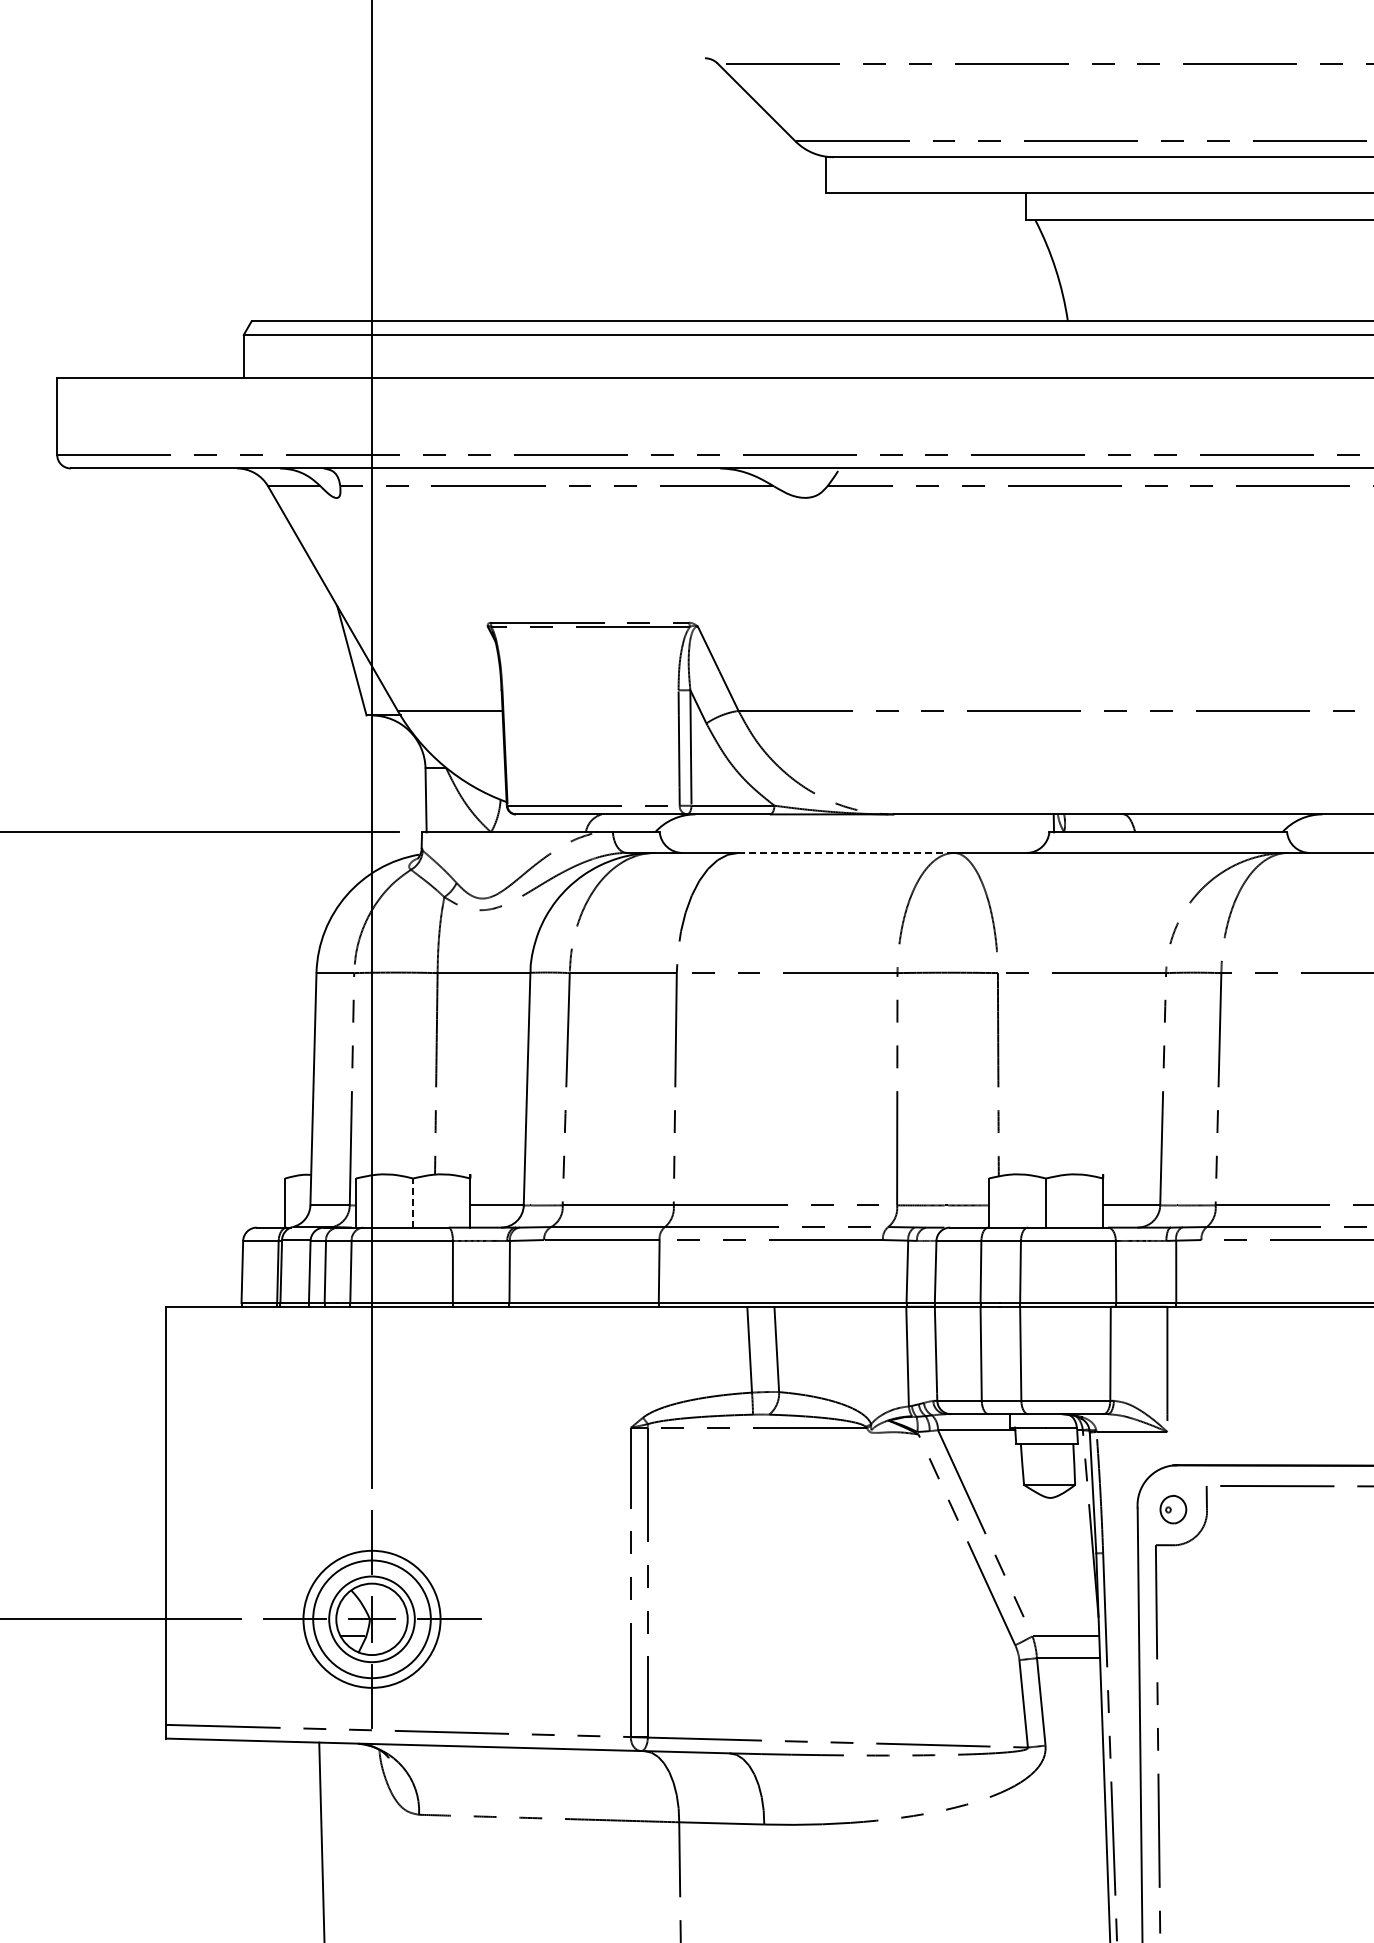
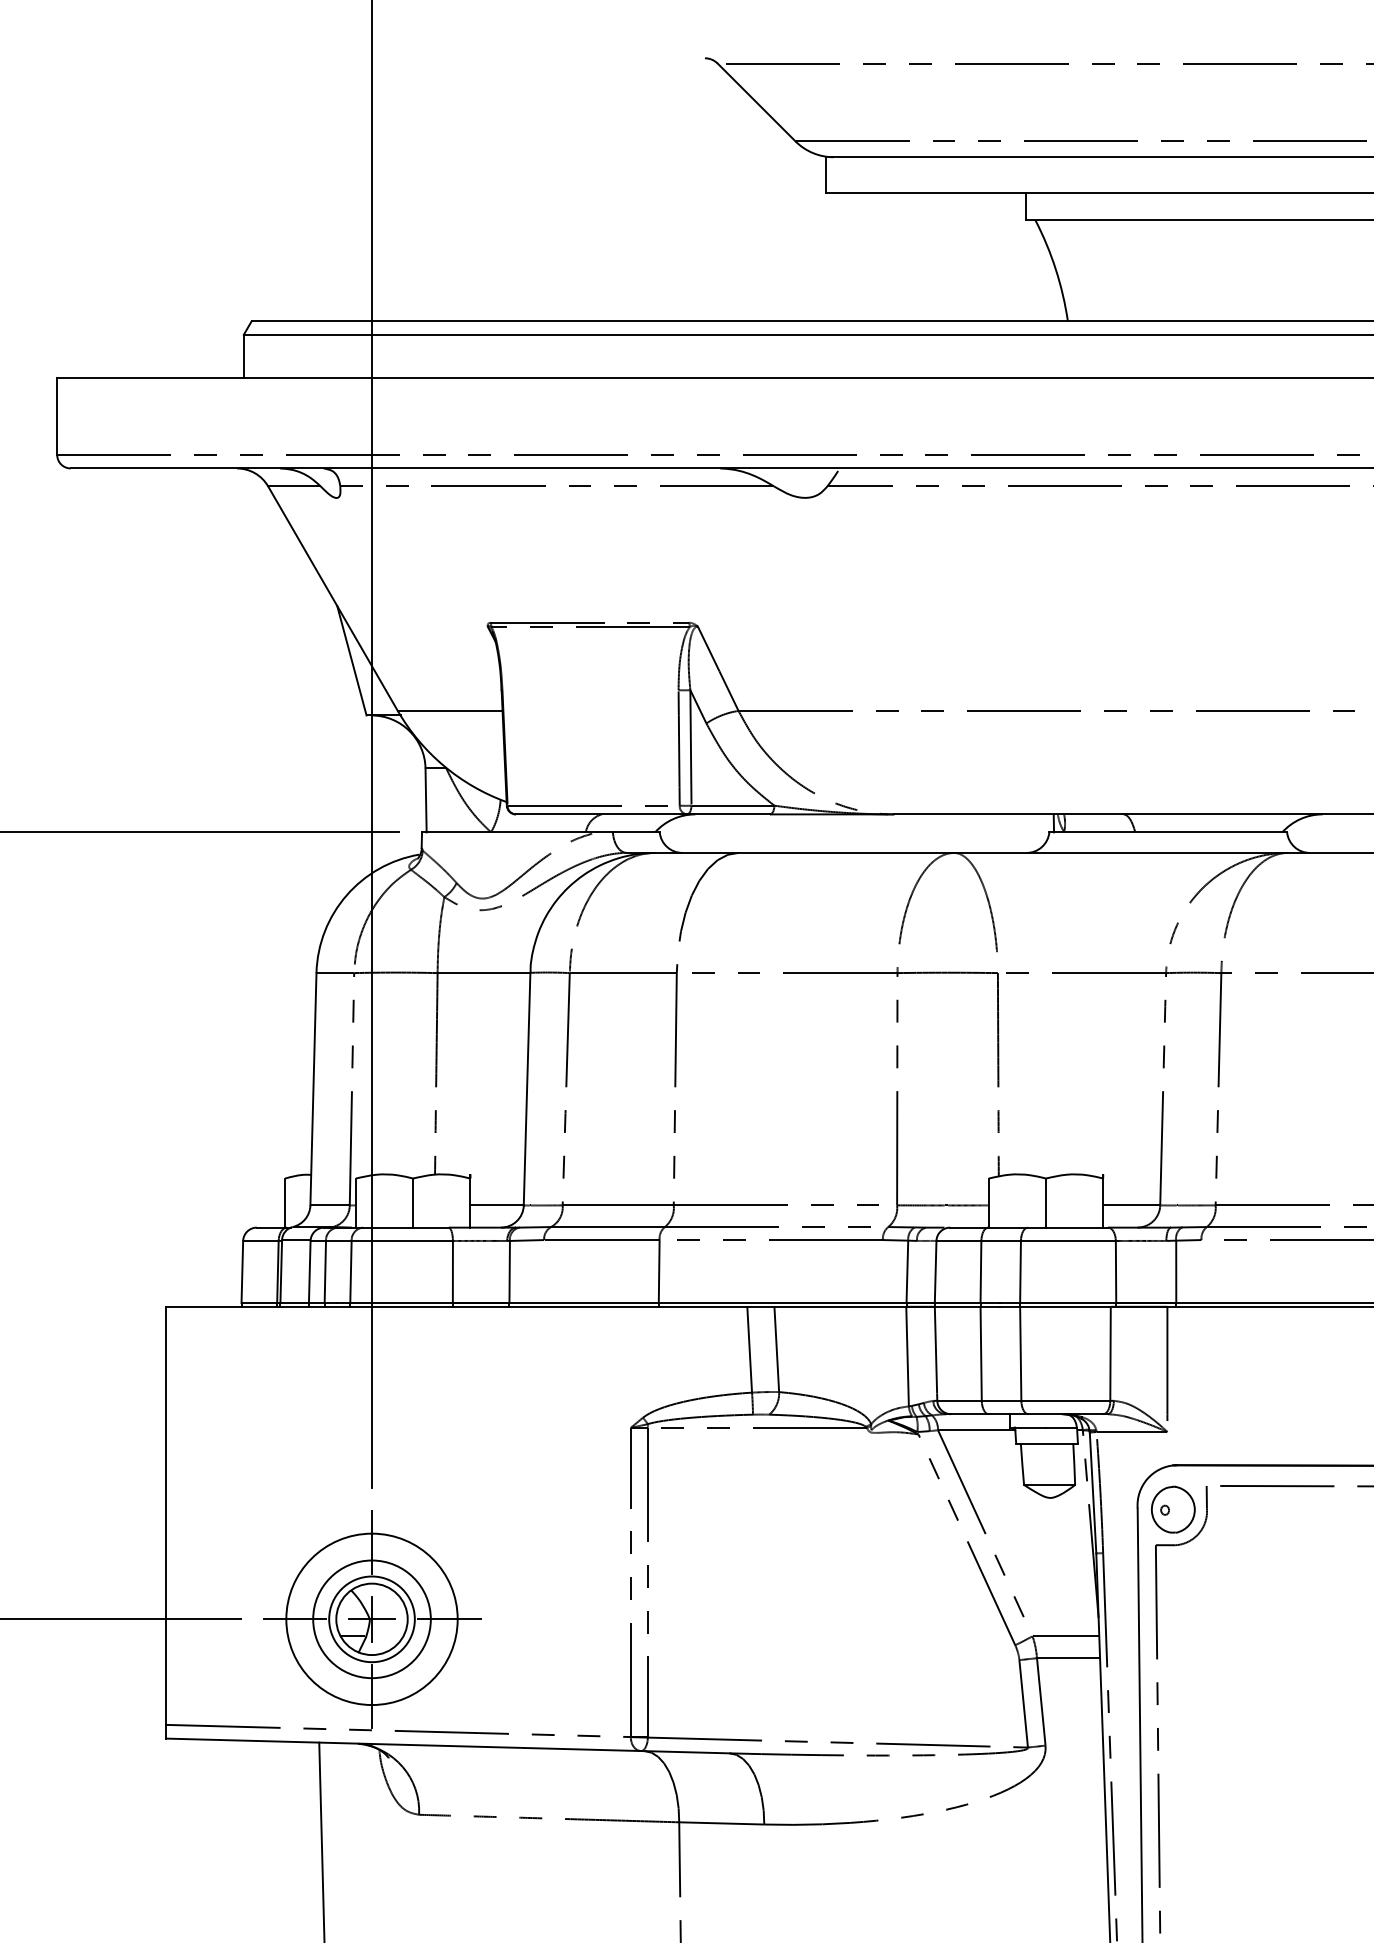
line at (846, 852): dashed -> solid
line at (413, 1203): dashed -> solid
part at (1173, 1509) size: 29x31 px -> 45x49 px
circle at (371, 1618) diameter: 137 px -> 171 px
